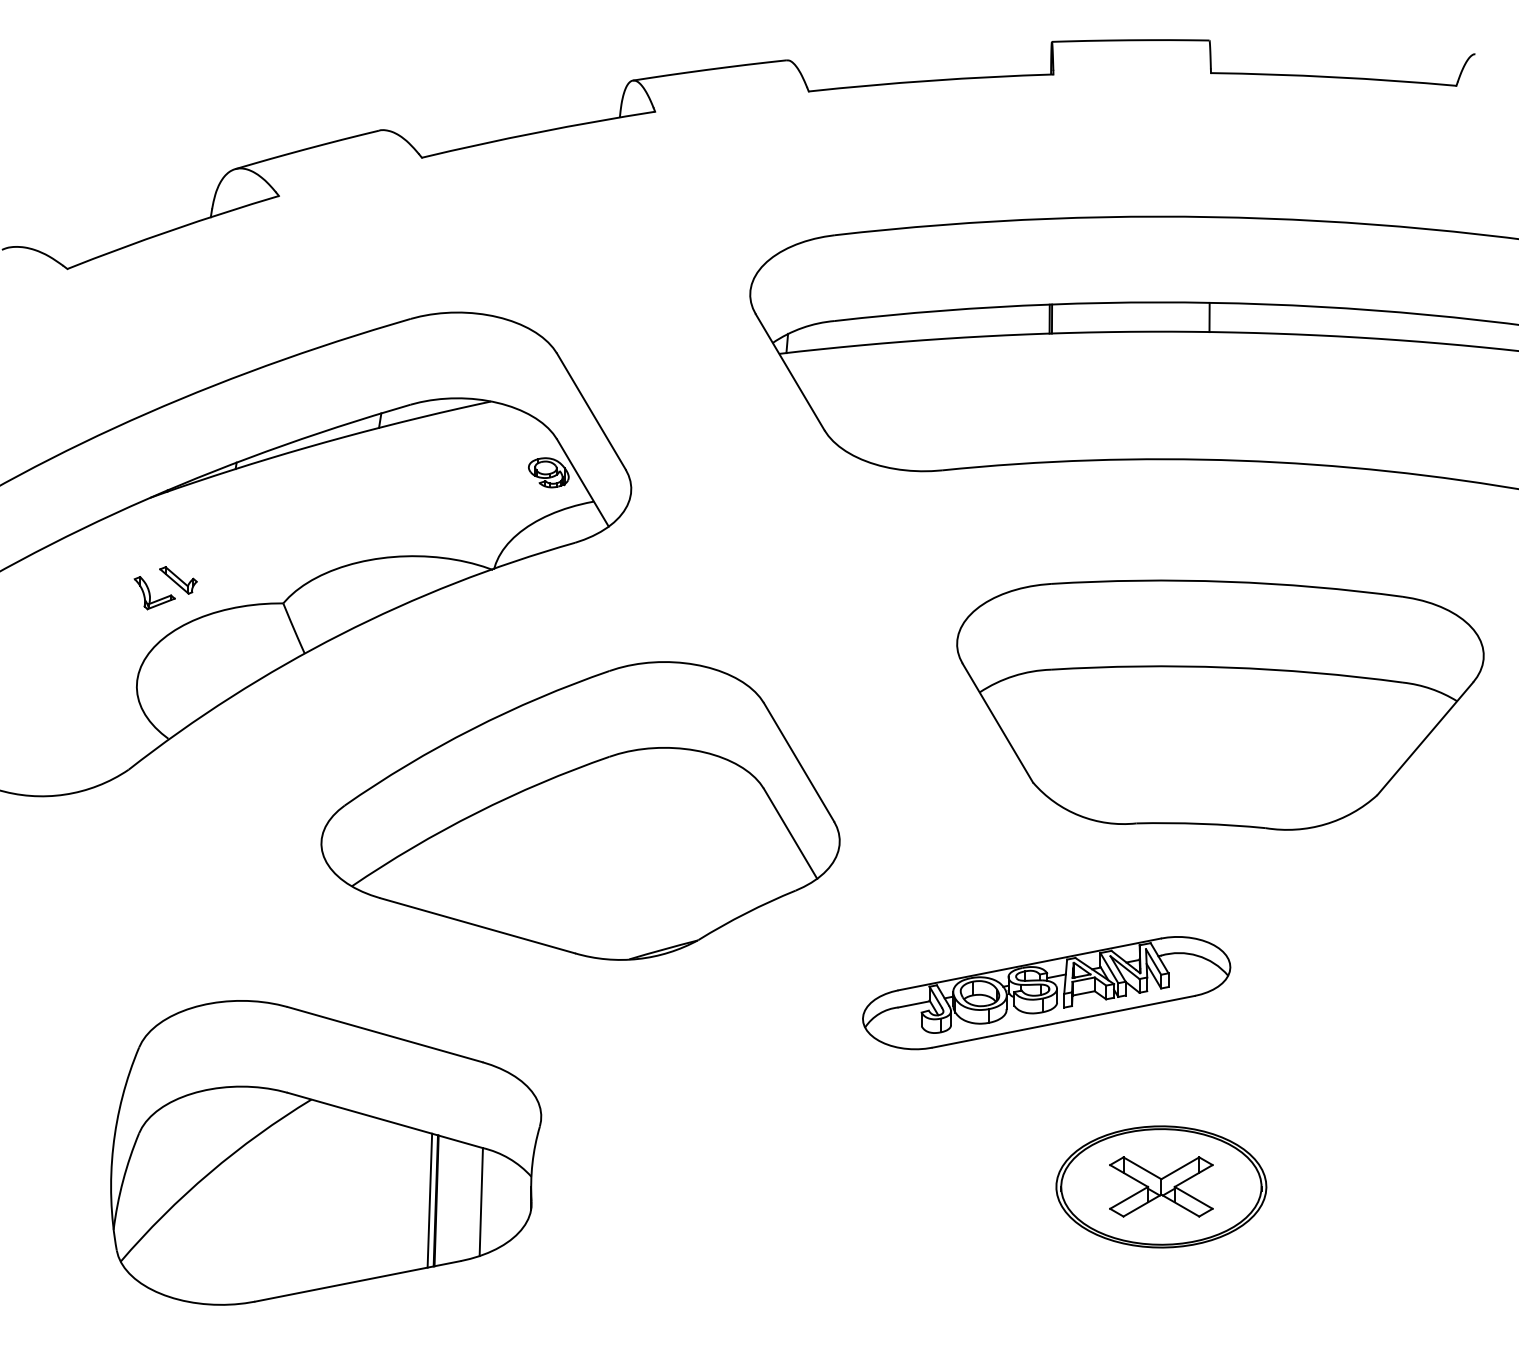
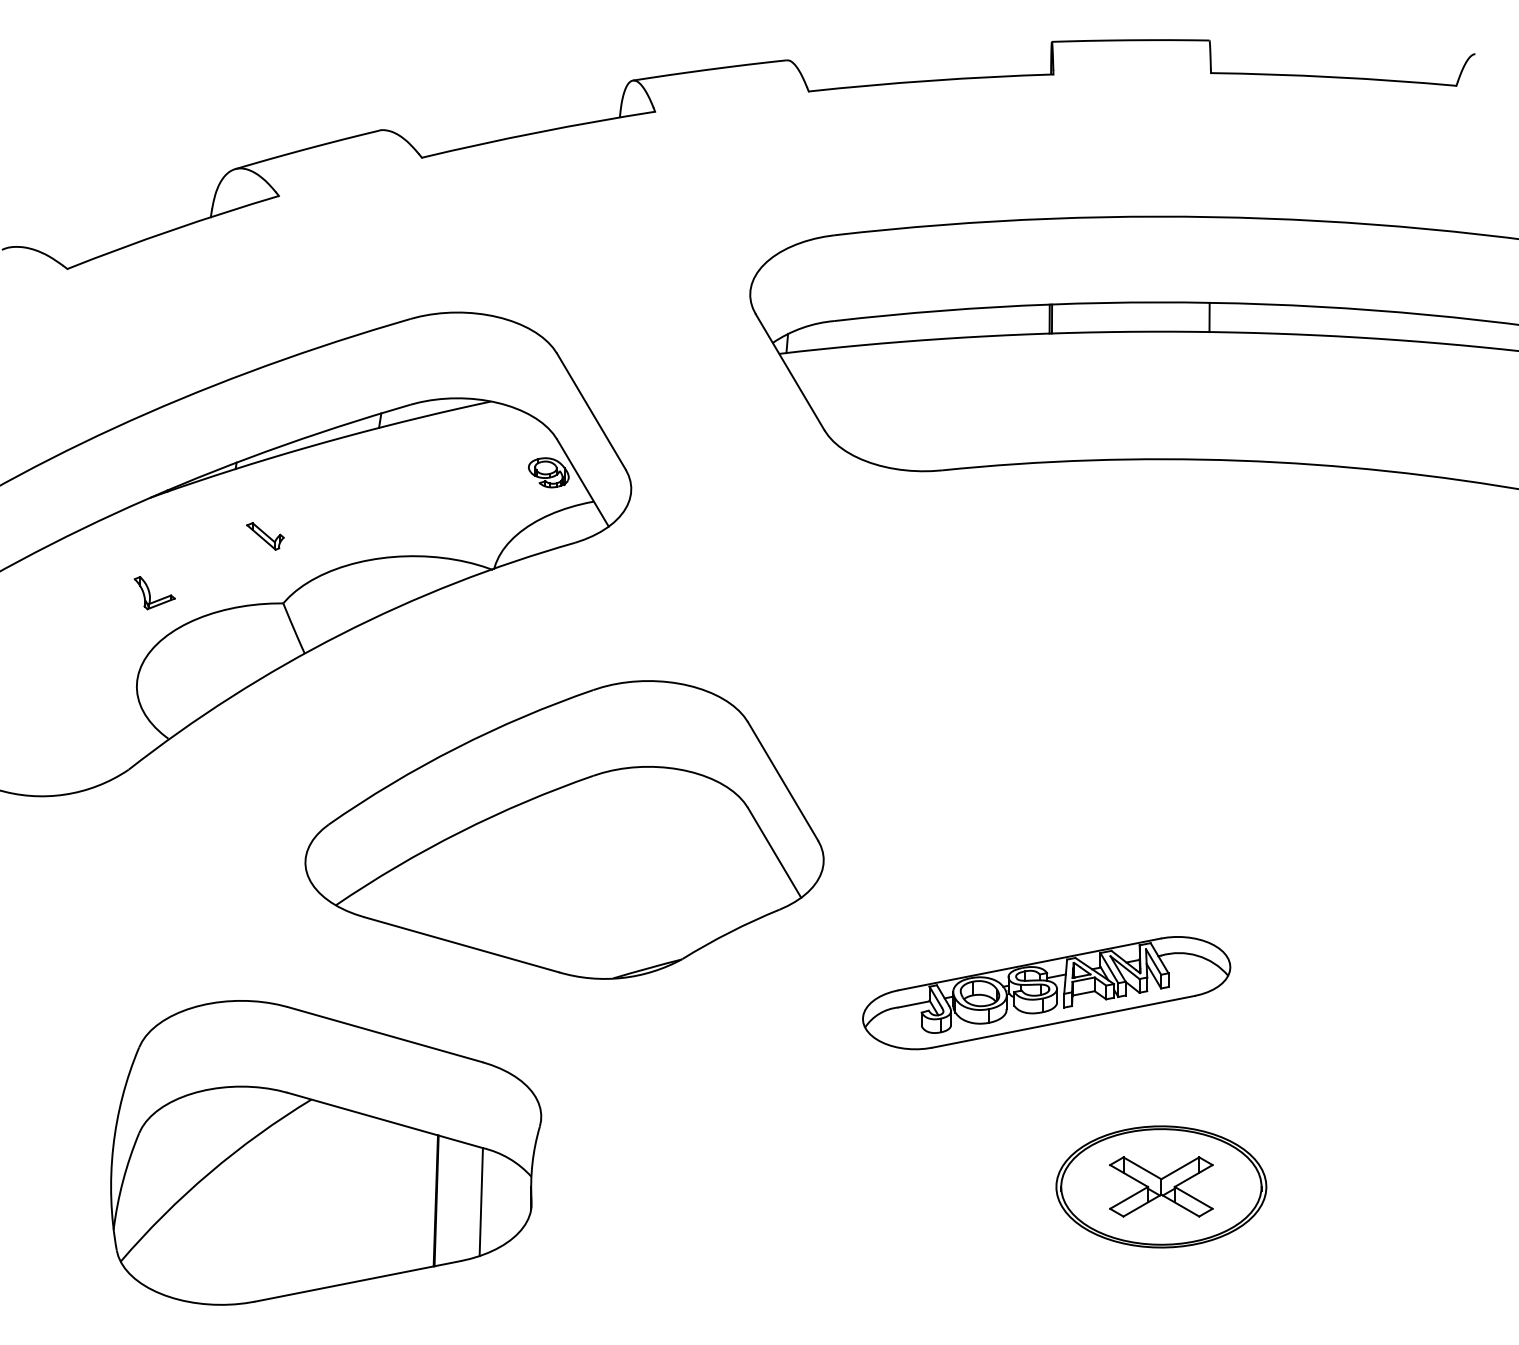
part at (178, 580) position: (178, 580) -> (265, 536)
part at (1220, 704): present -> none
part at (580, 810) position: (580, 810) -> (564, 829)
line at (429, 1200): present -> none
